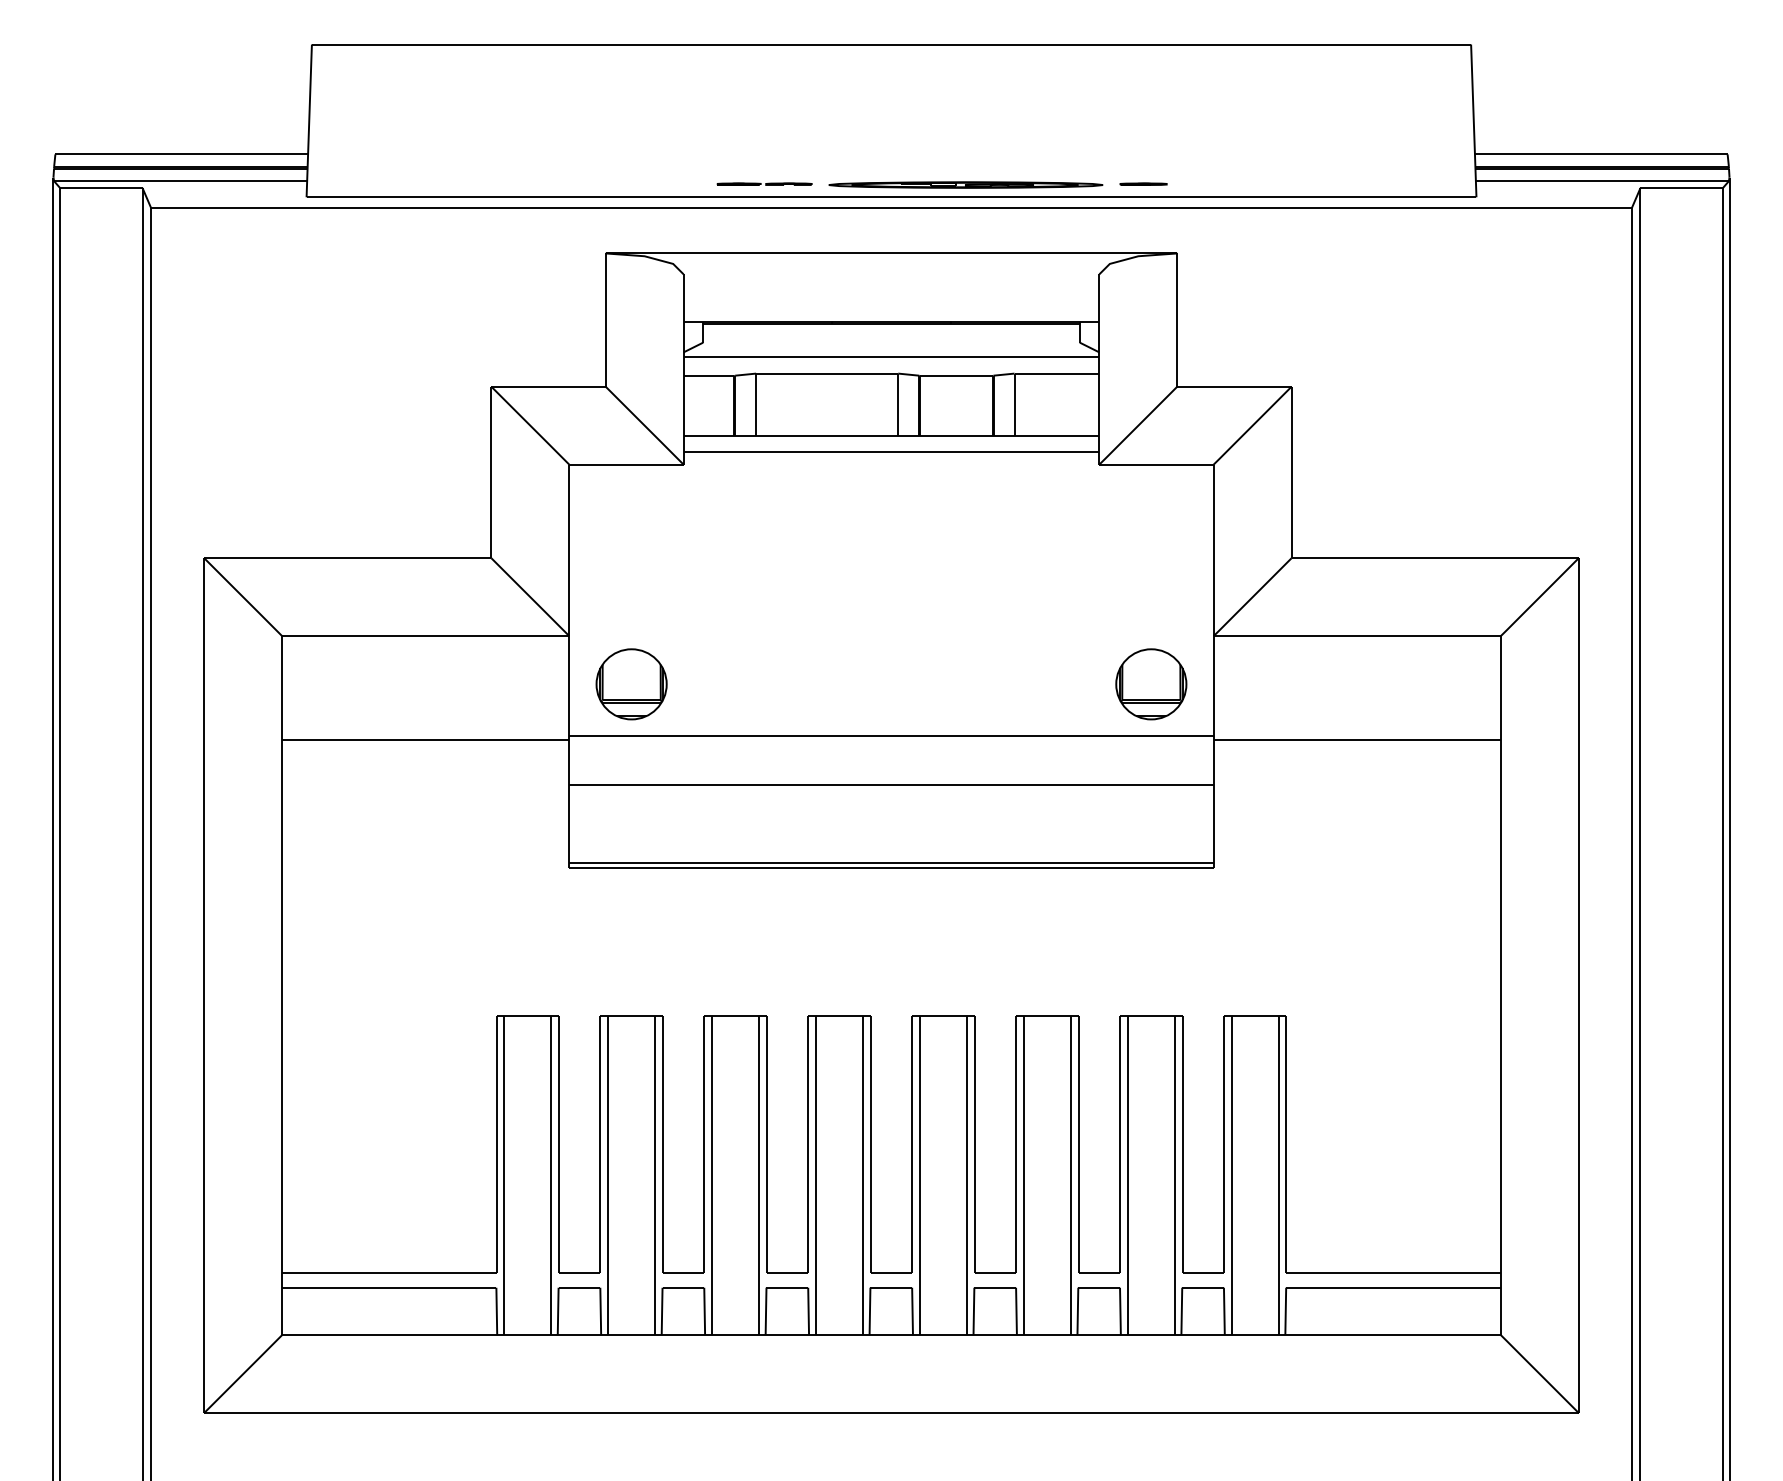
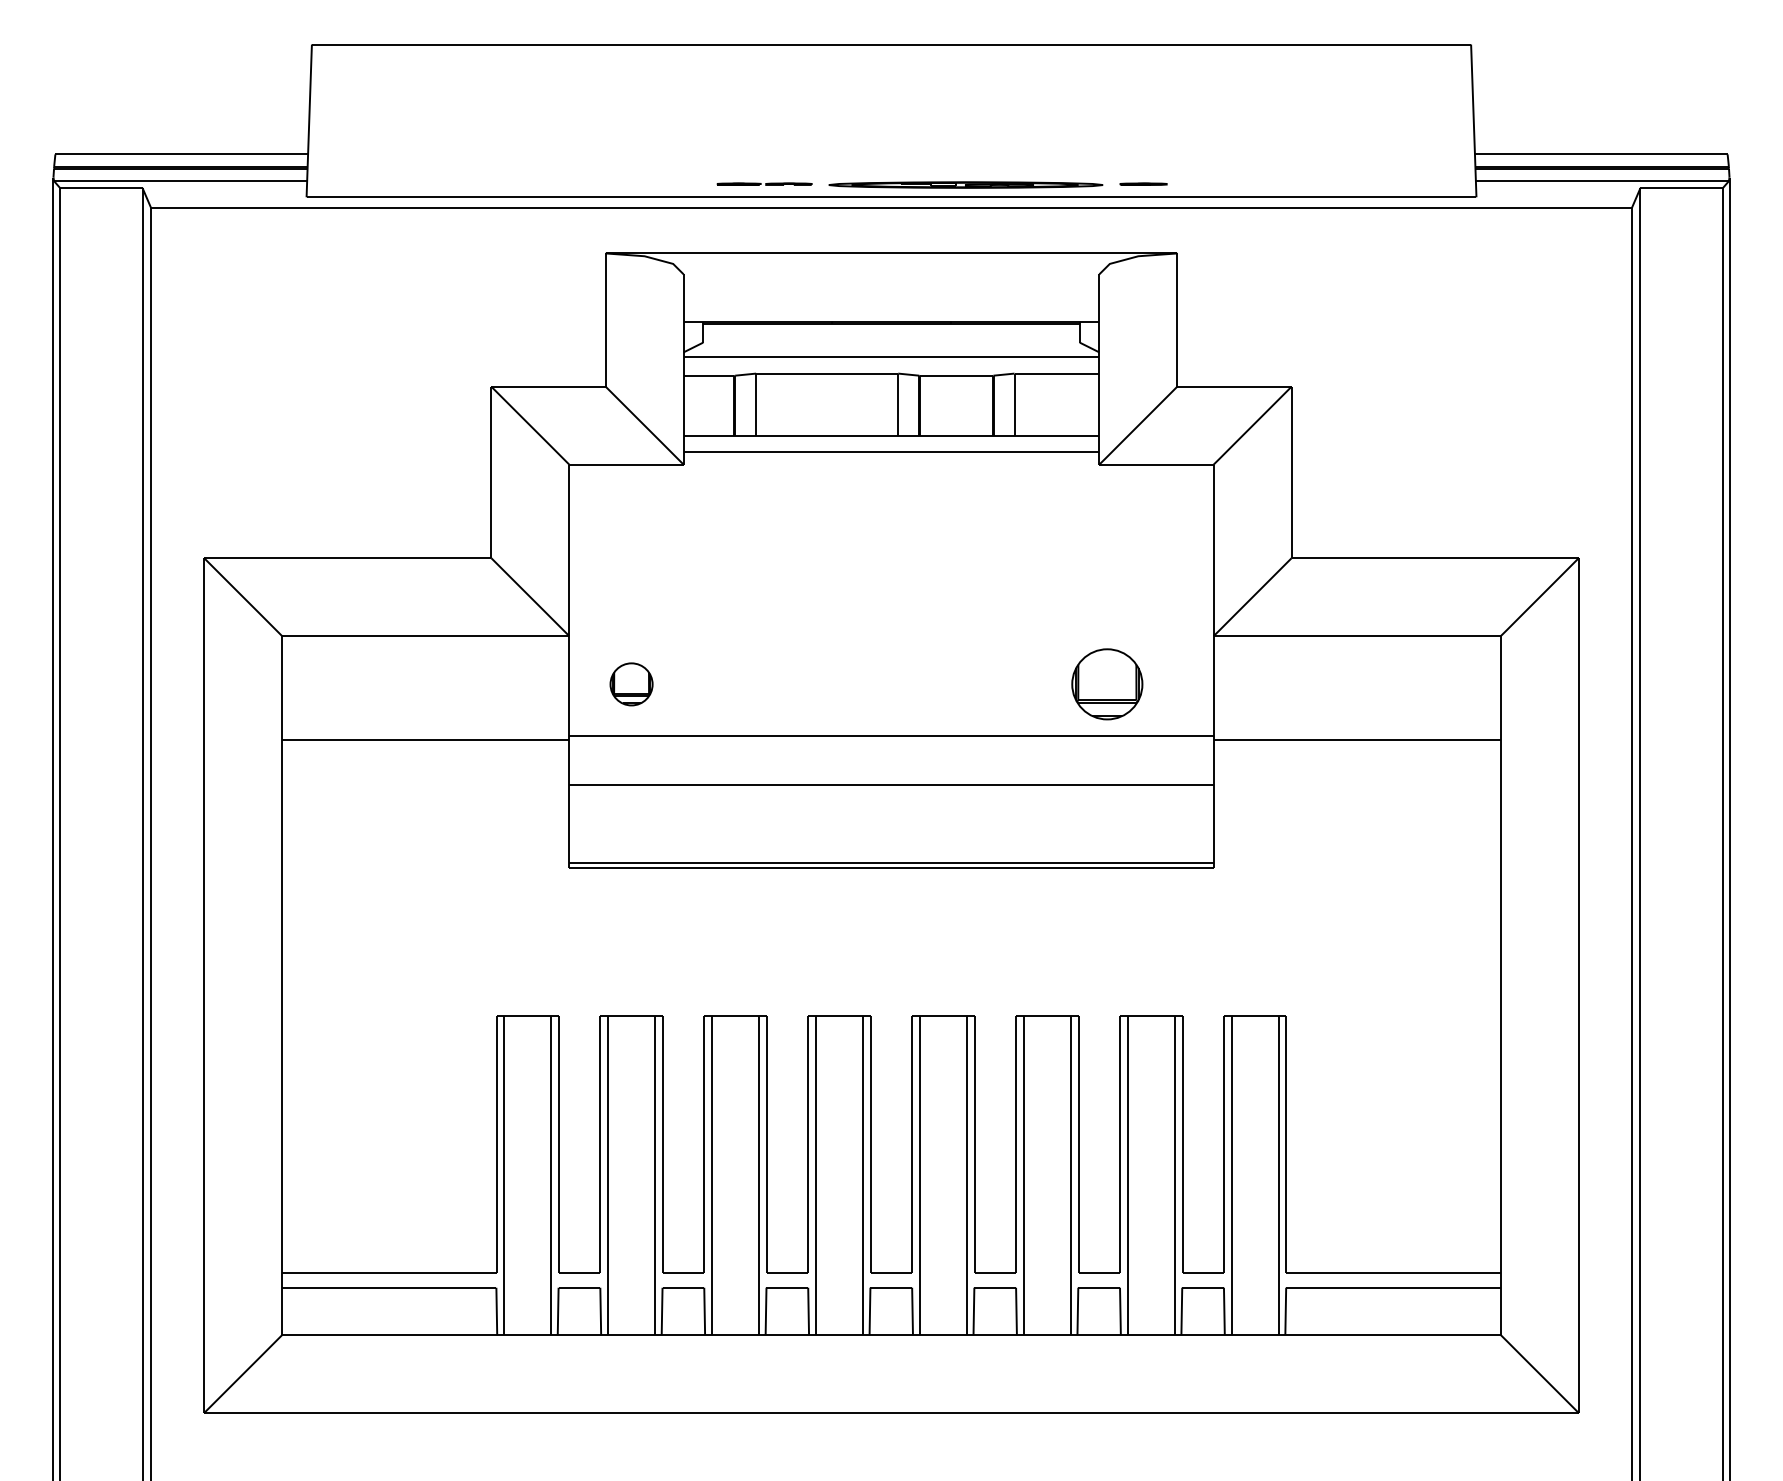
part at (631, 684) size: 73x73 px -> 45x45 px
part at (1151, 684) position: (1151, 684) -> (1107, 684)
